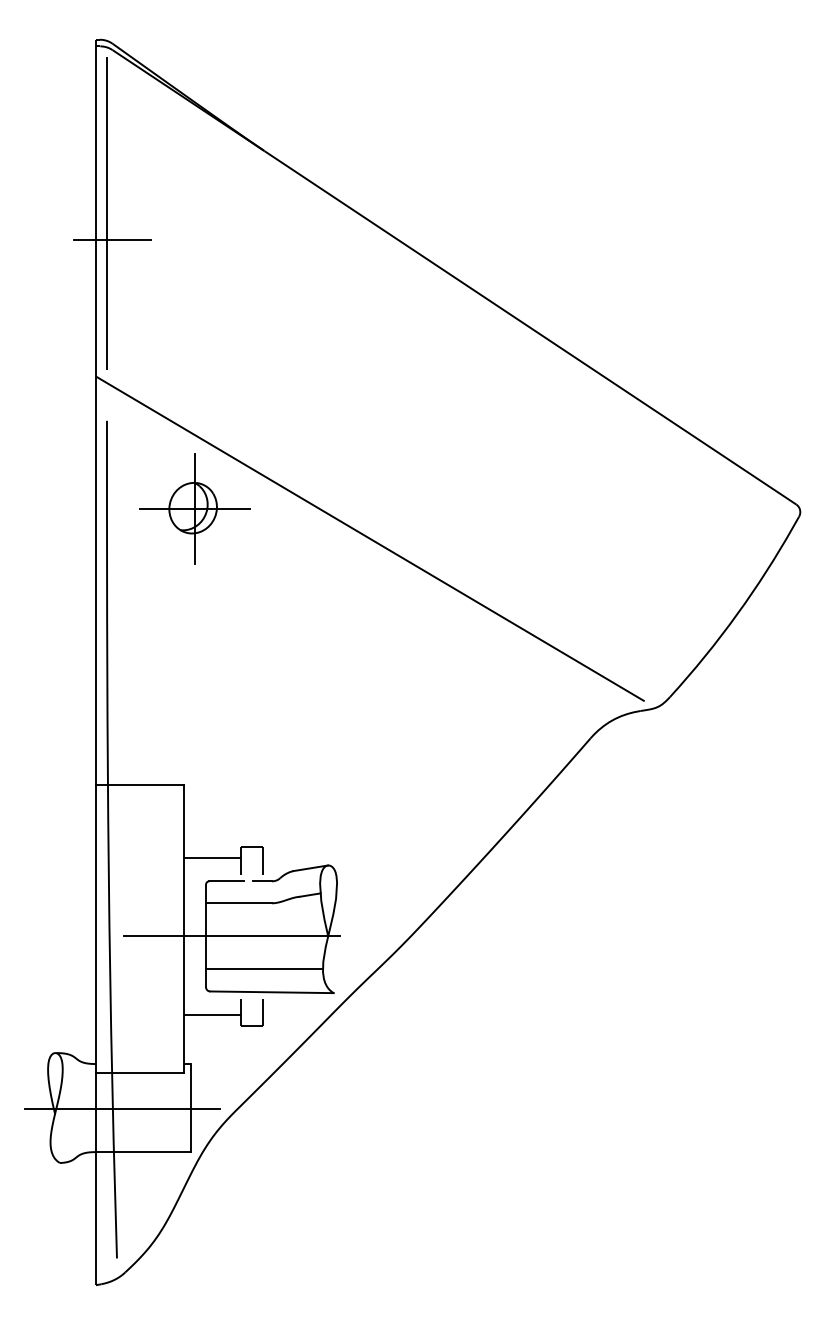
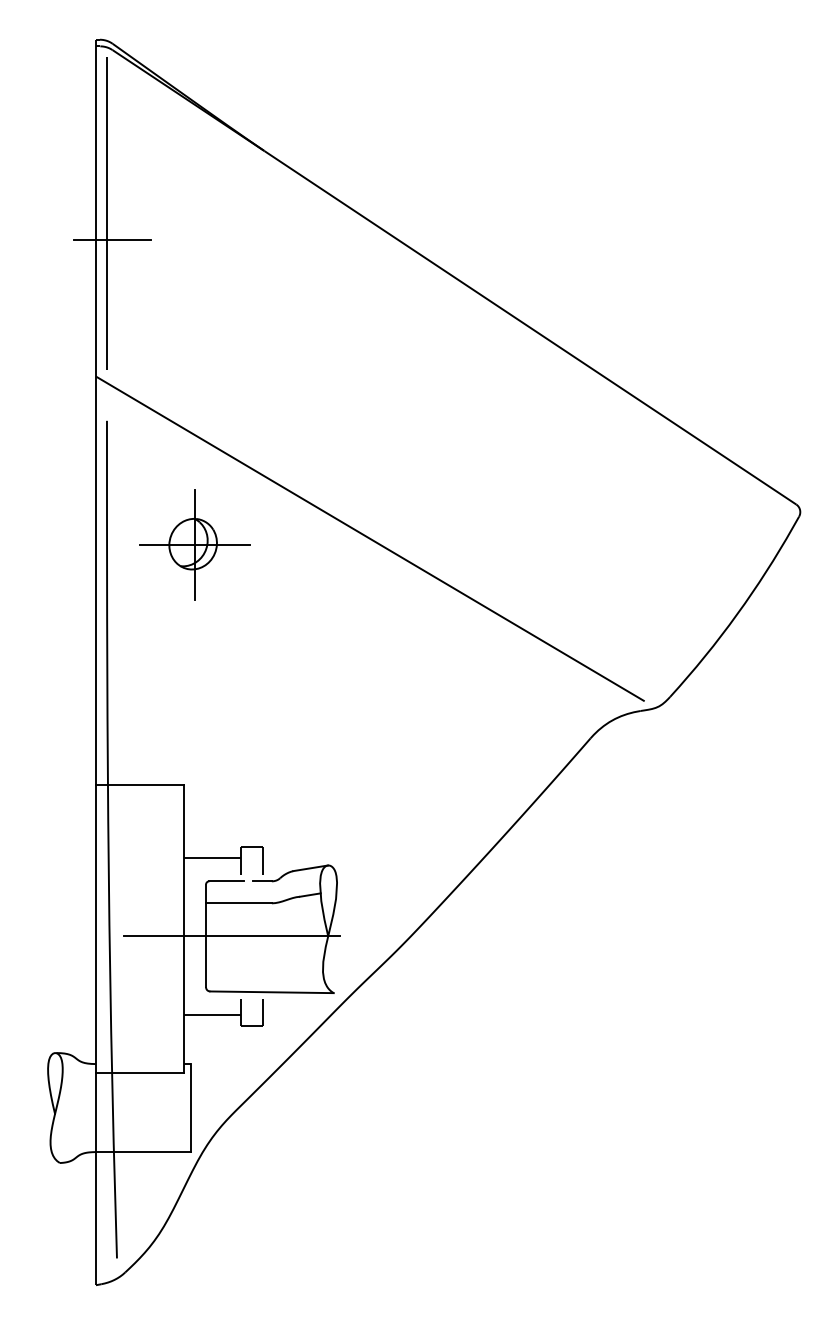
part at (194, 508) position: (194, 508) -> (194, 544)
line at (264, 969): present -> none
line at (122, 1109): present -> none
